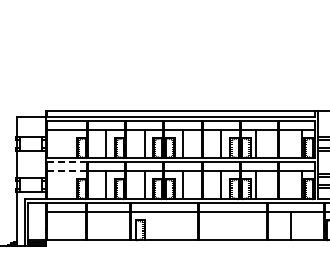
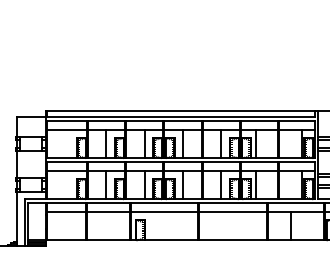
line at (67, 162): dashed -> solid
line at (67, 171): dashed -> solid
